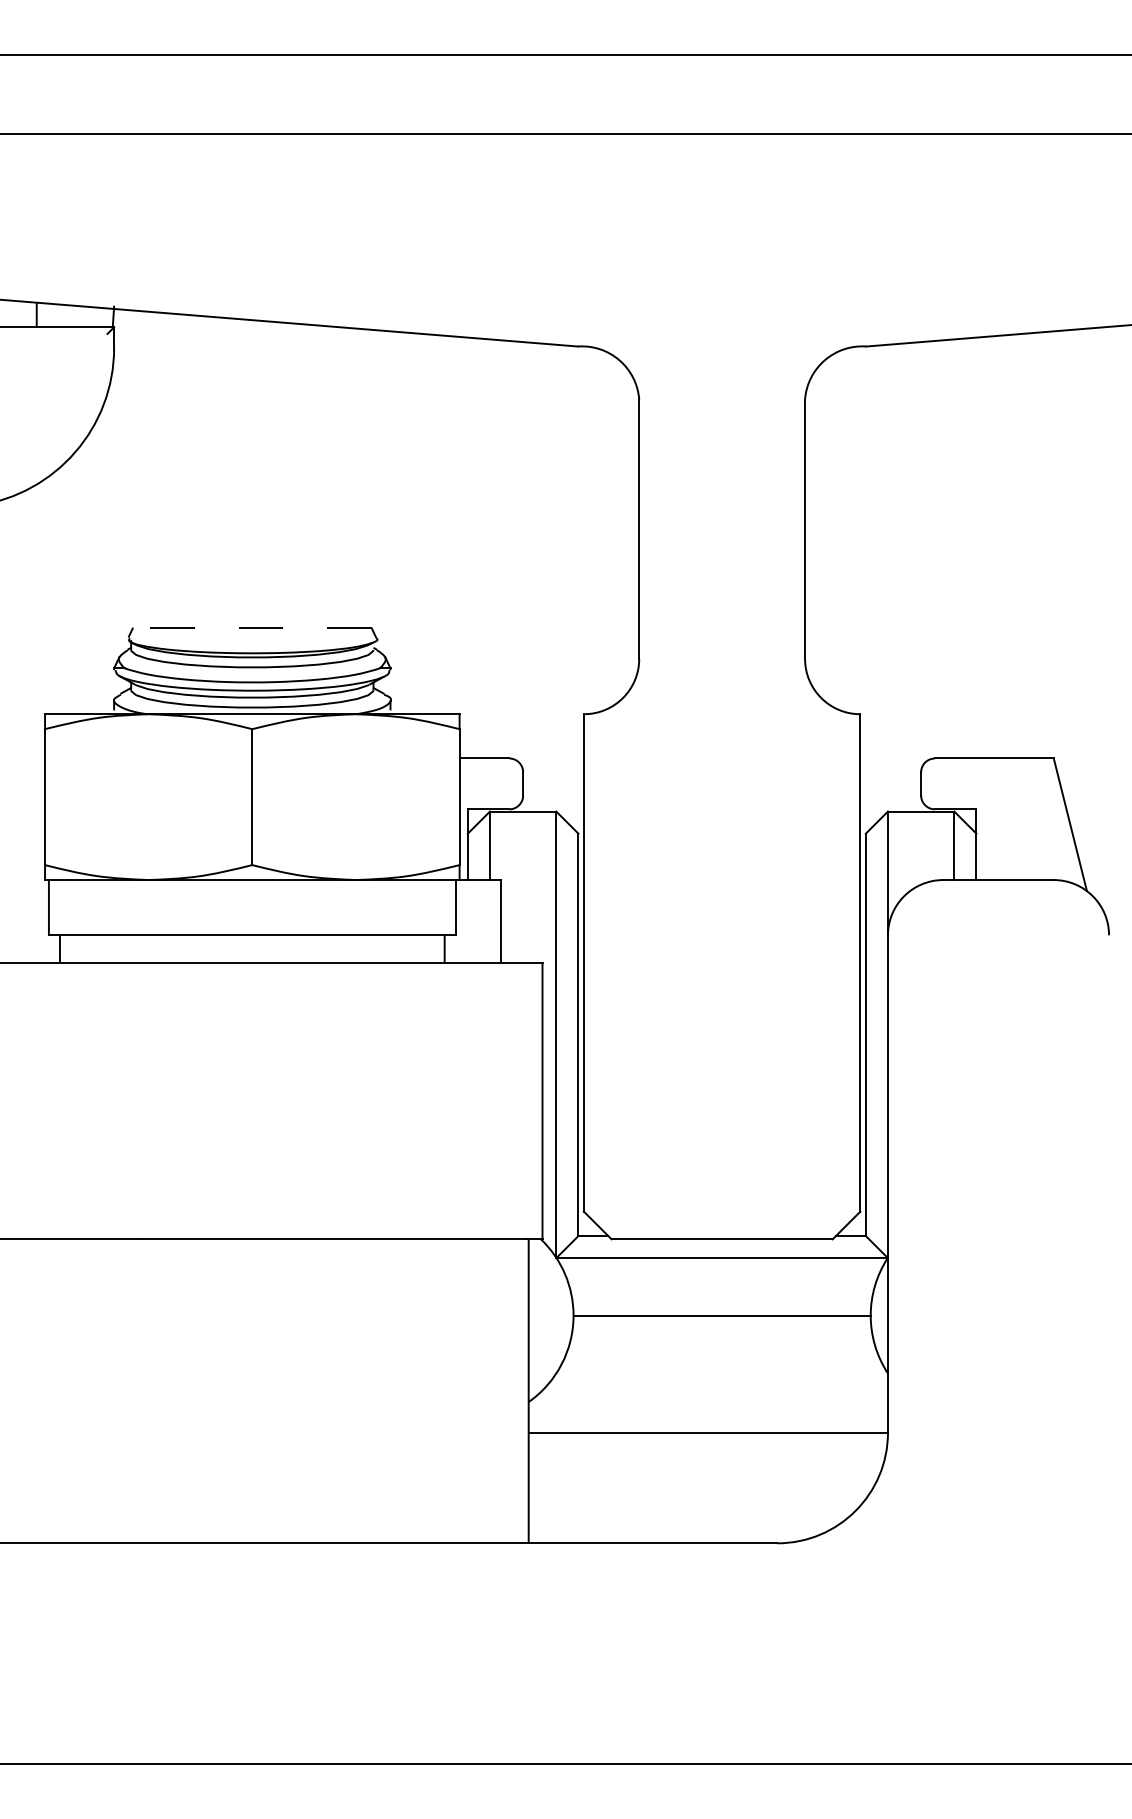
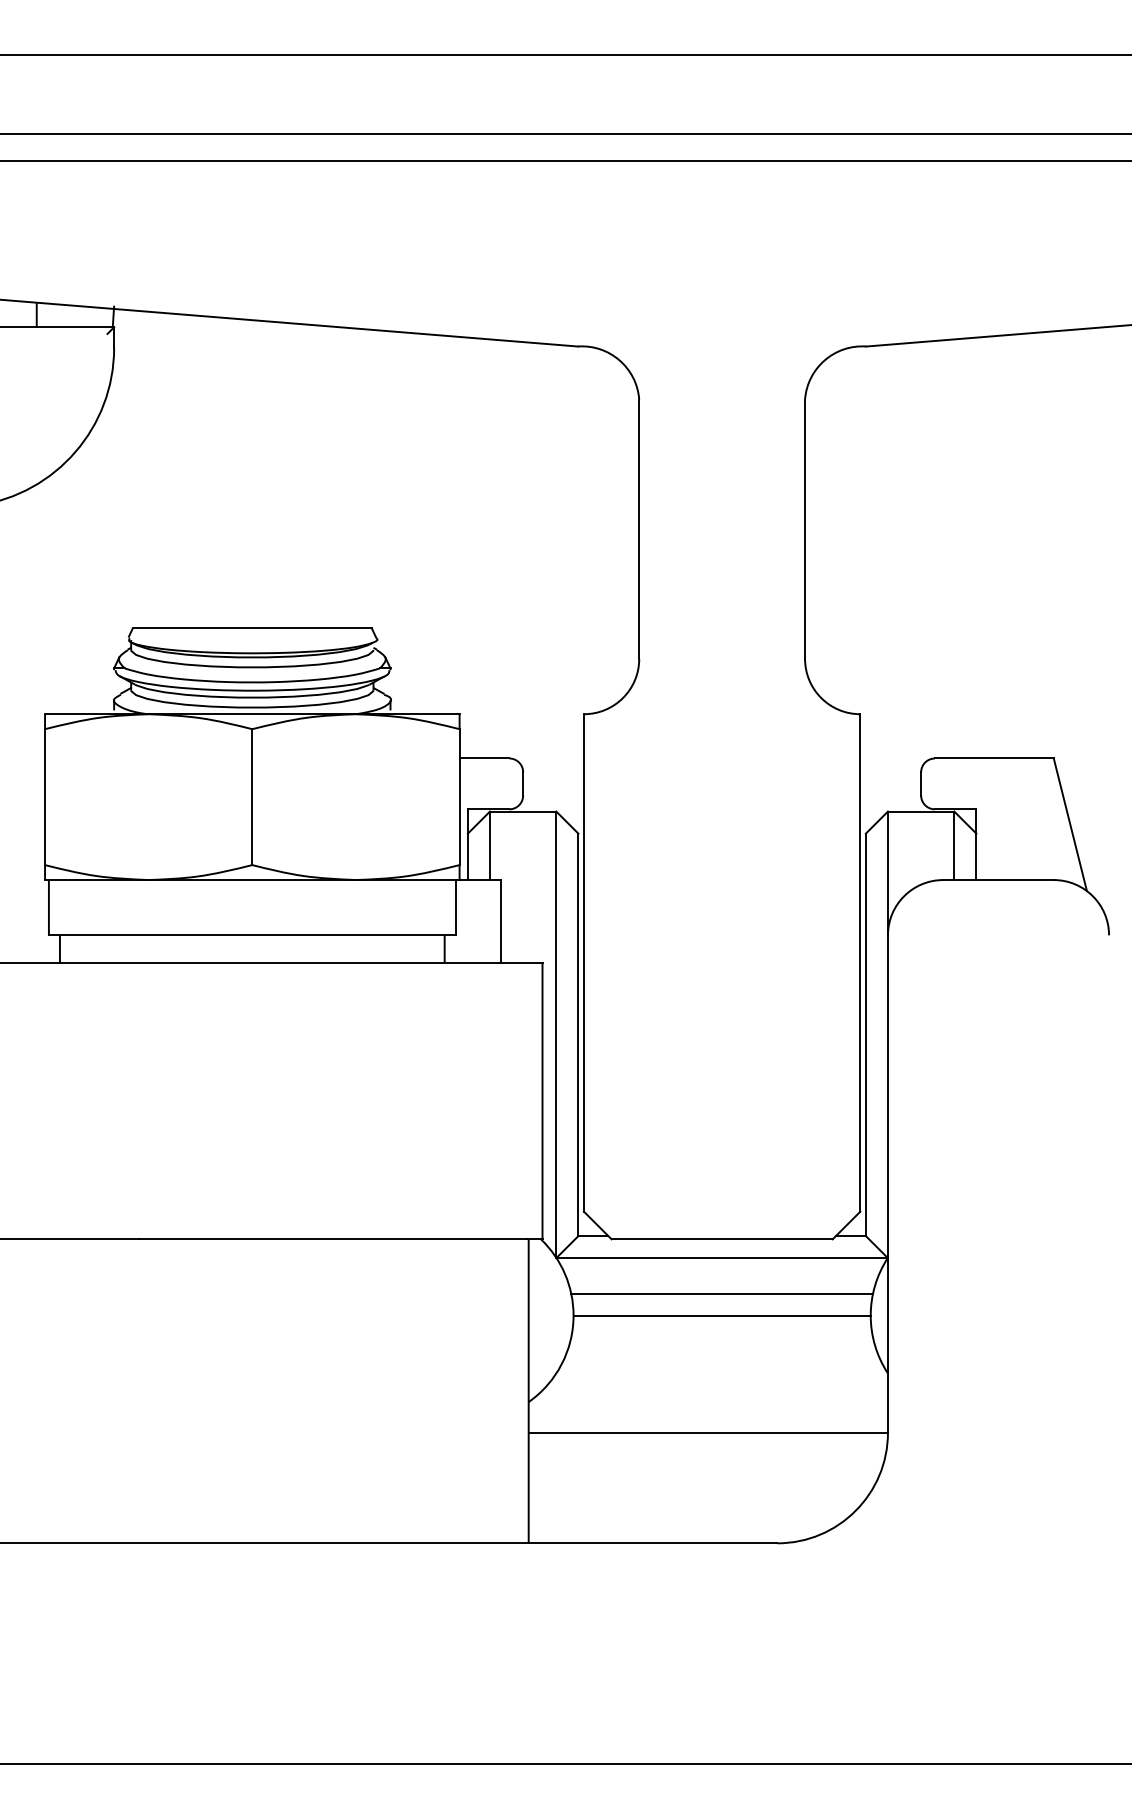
line at (565, 161): none -> present
line at (251, 627): dashed -> solid
line at (722, 1293): none -> present
